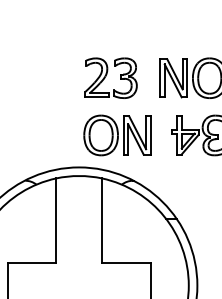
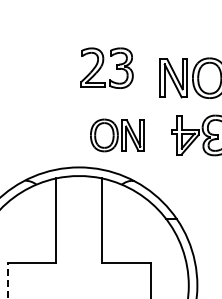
part at (110, 77) position: (110, 77) -> (106, 67)
part at (117, 135) size: 69x43 px -> 55x35 px
line at (7, 280): solid -> dashed
